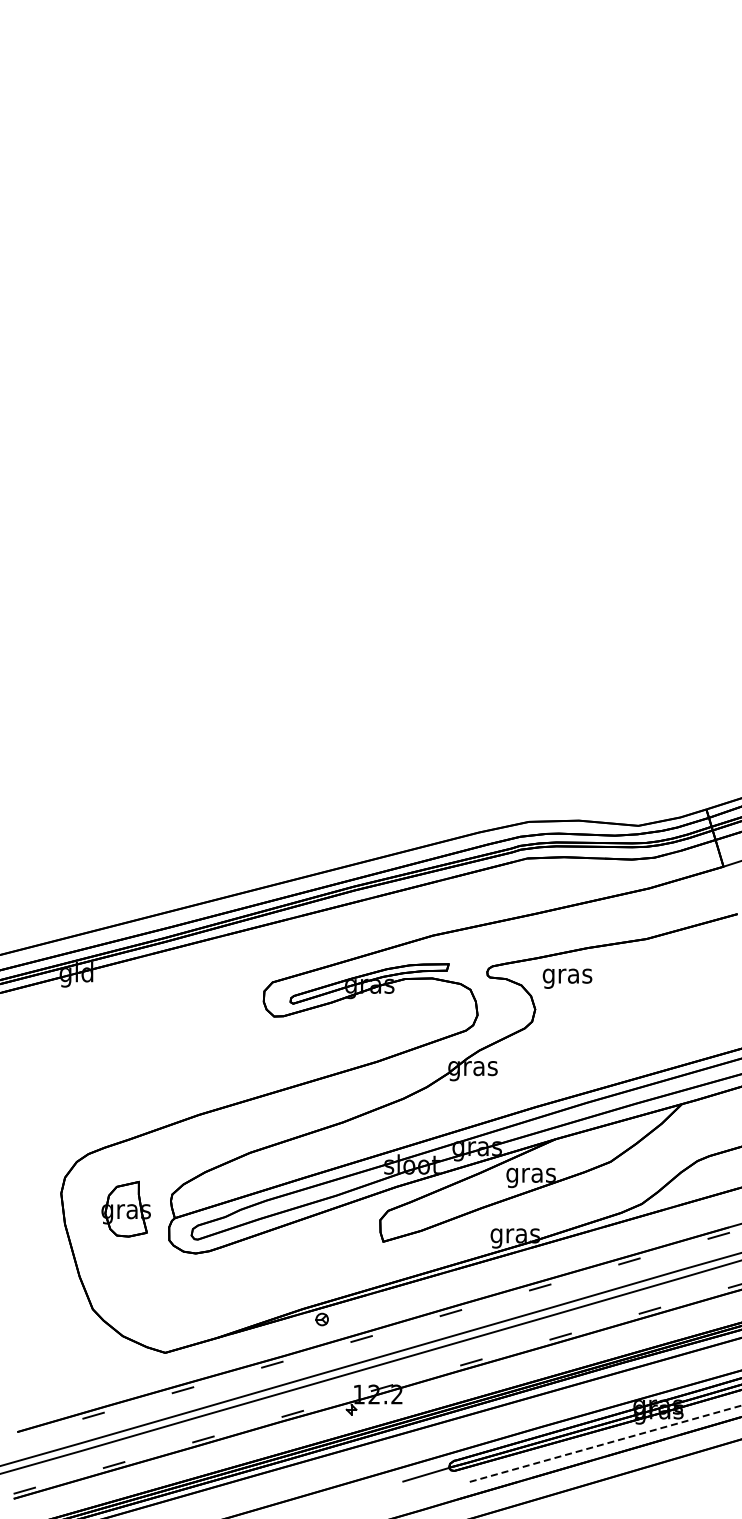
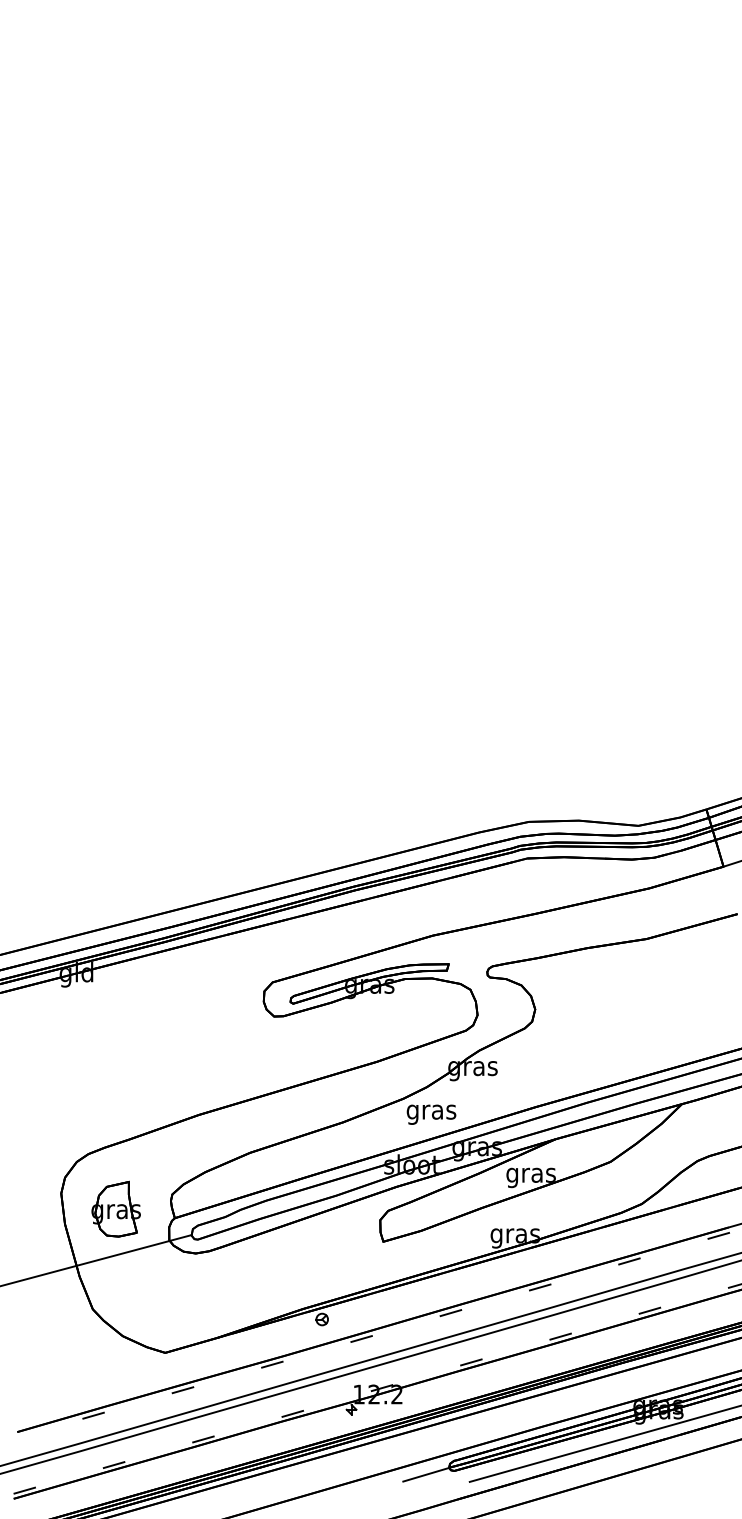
text at (567, 978) position: (567, 978) -> (431, 1114)
part at (125, 1208) position: (125, 1208) -> (115, 1208)
line at (96, 1260): none -> present
line at (605, 1443): dashed -> solid
